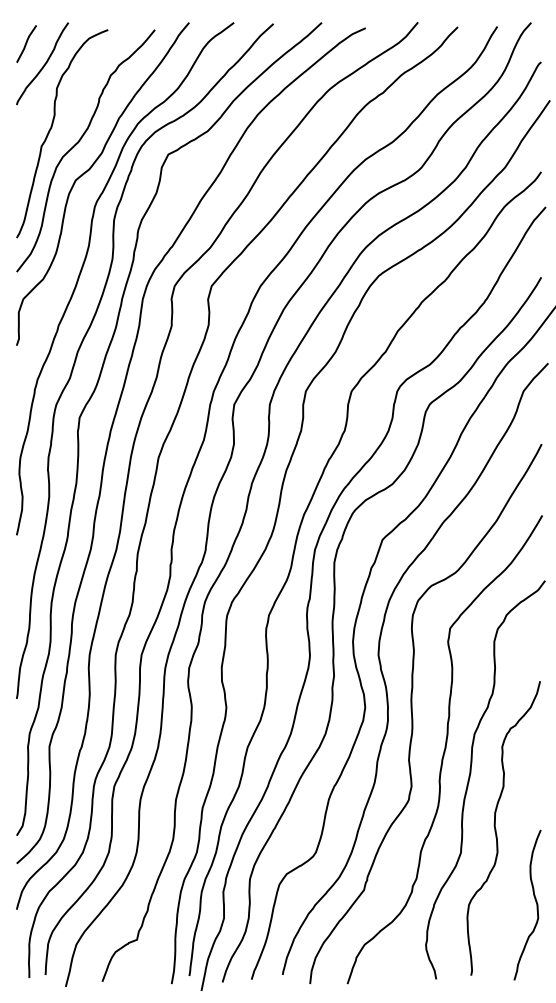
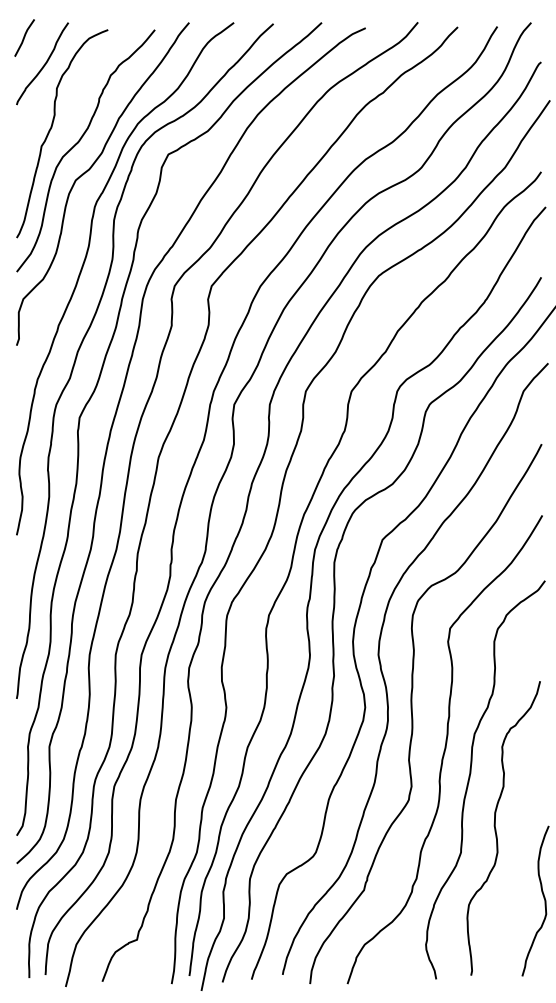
curve at (26, 43) position: (26, 43) -> (24, 37)
curve at (535, 902) position: (535, 902) -> (543, 898)
